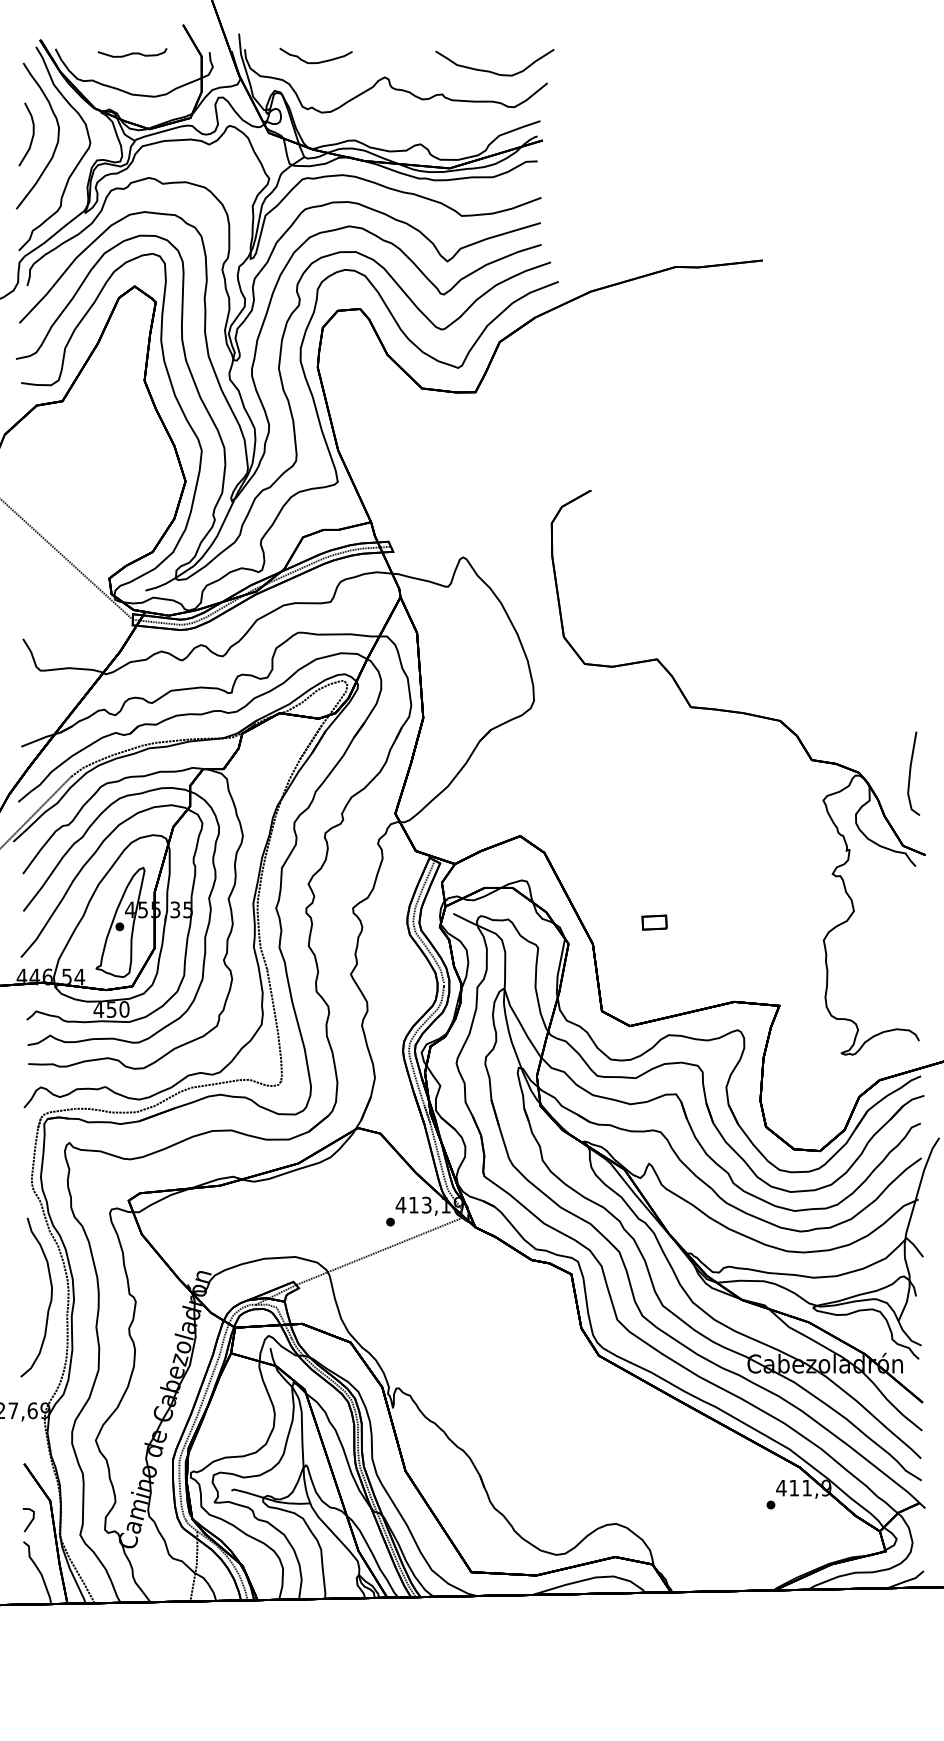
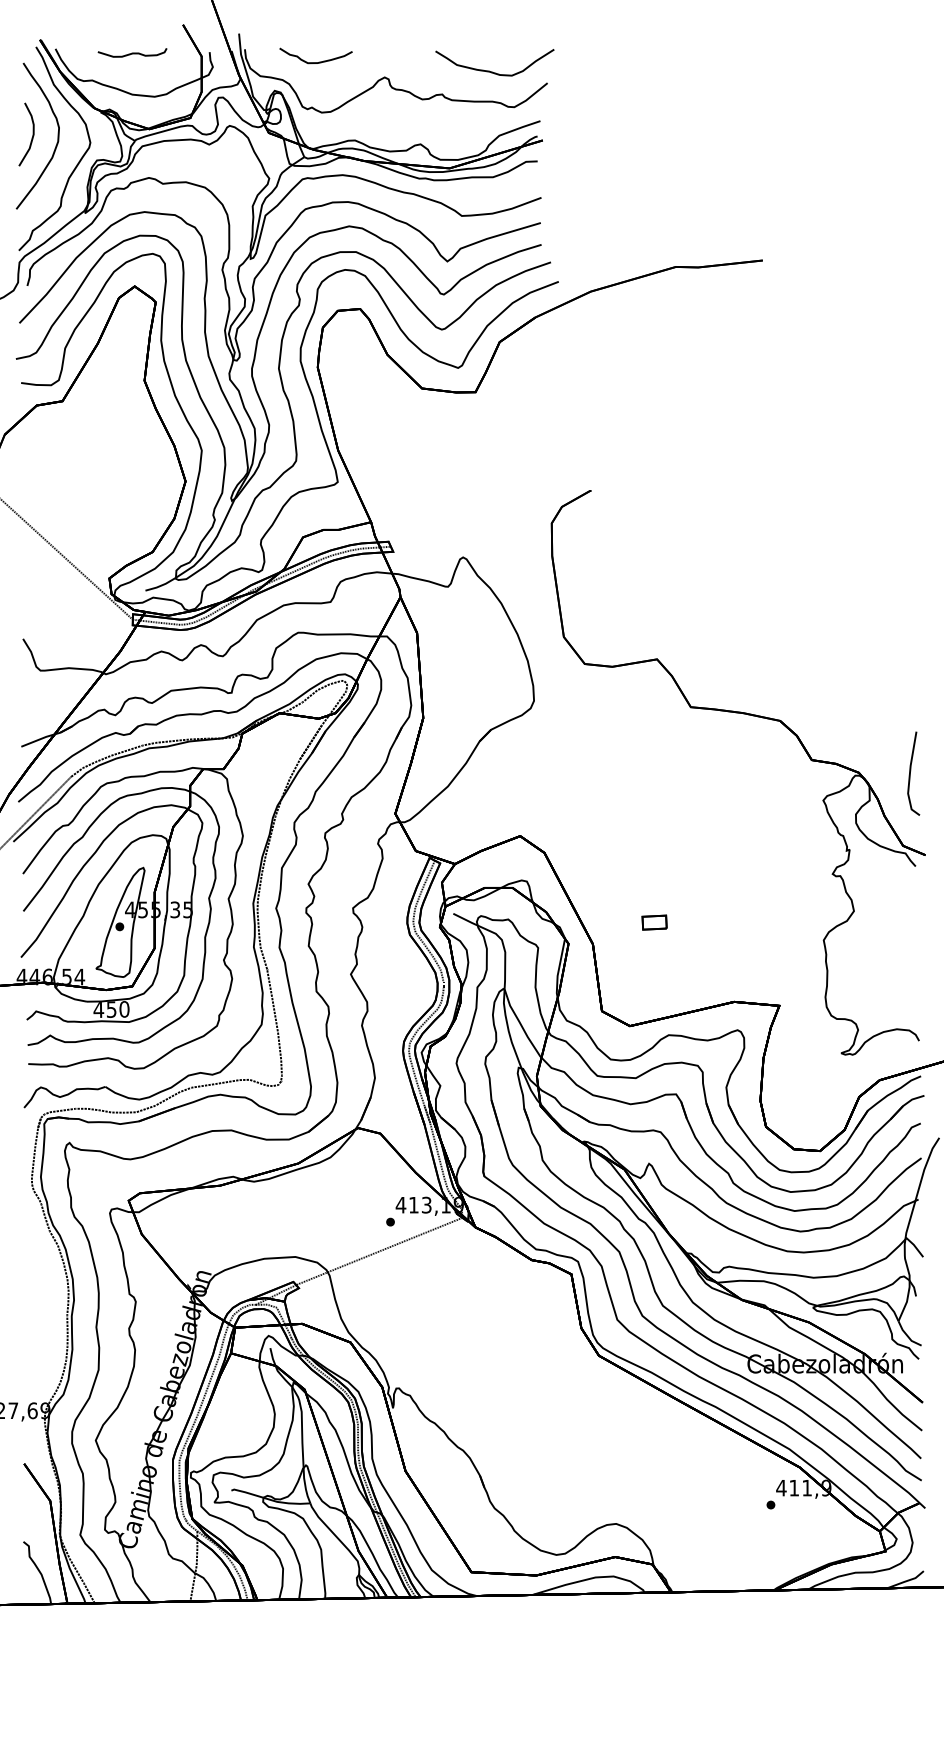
curve at (49, 1302): present -> none
line at (30, 1521): present -> none
